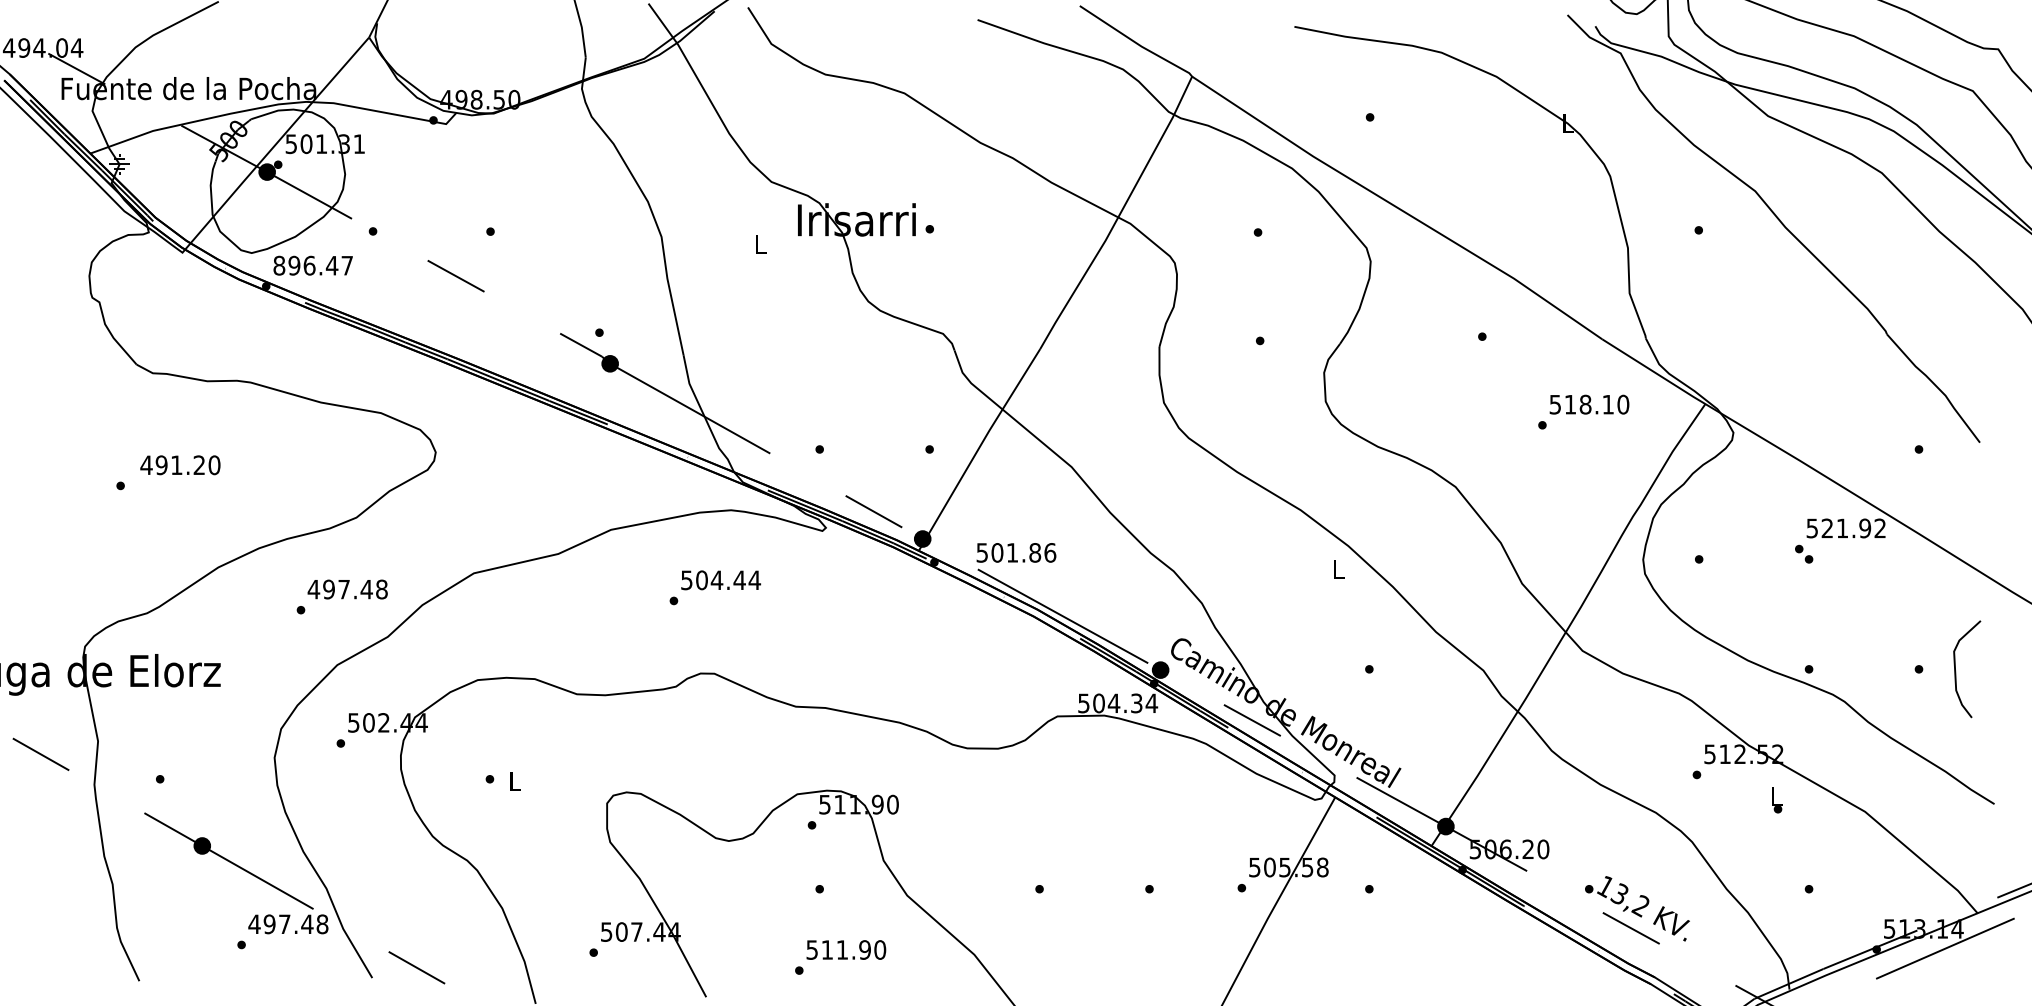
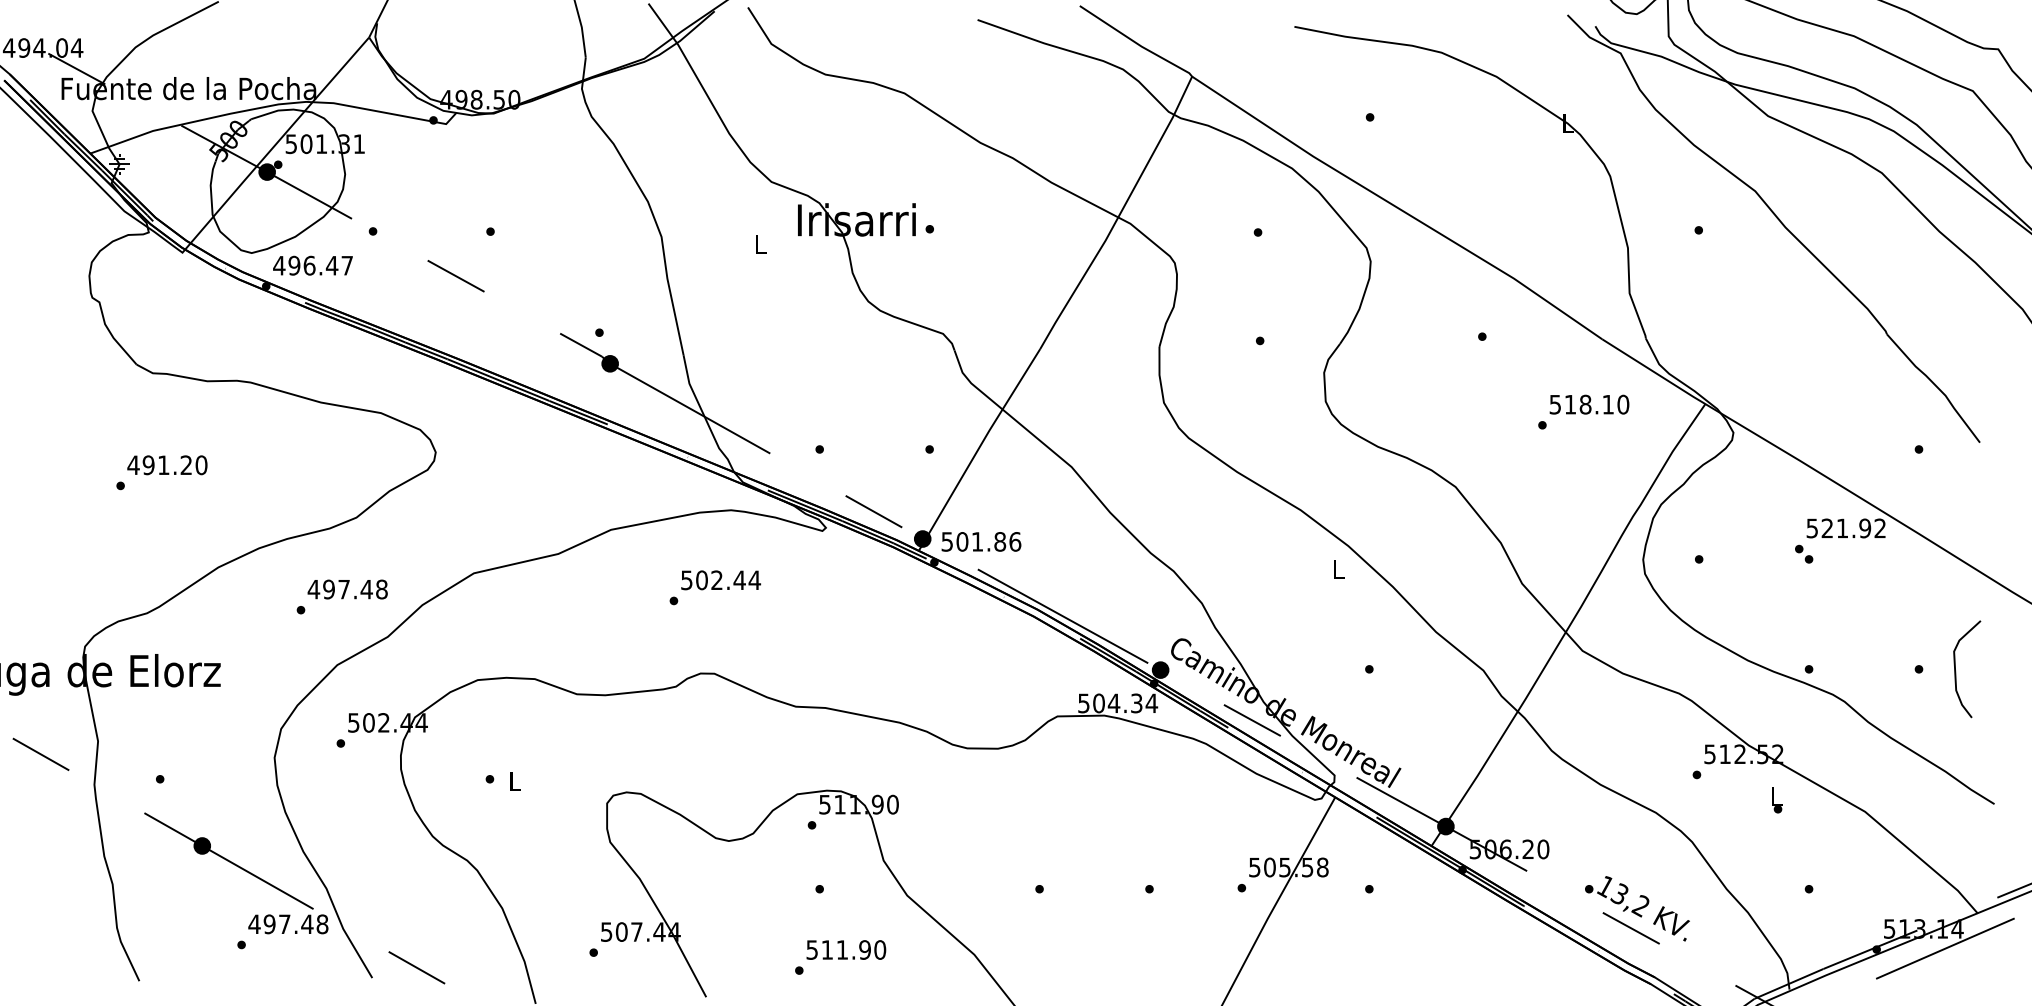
text at (279, 265): 896.47 -> 496.47
text at (180, 465) position: (180, 465) -> (167, 465)
text at (1016, 552) position: (1016, 552) -> (981, 541)
text at (716, 579): 504.44 -> 502.44
